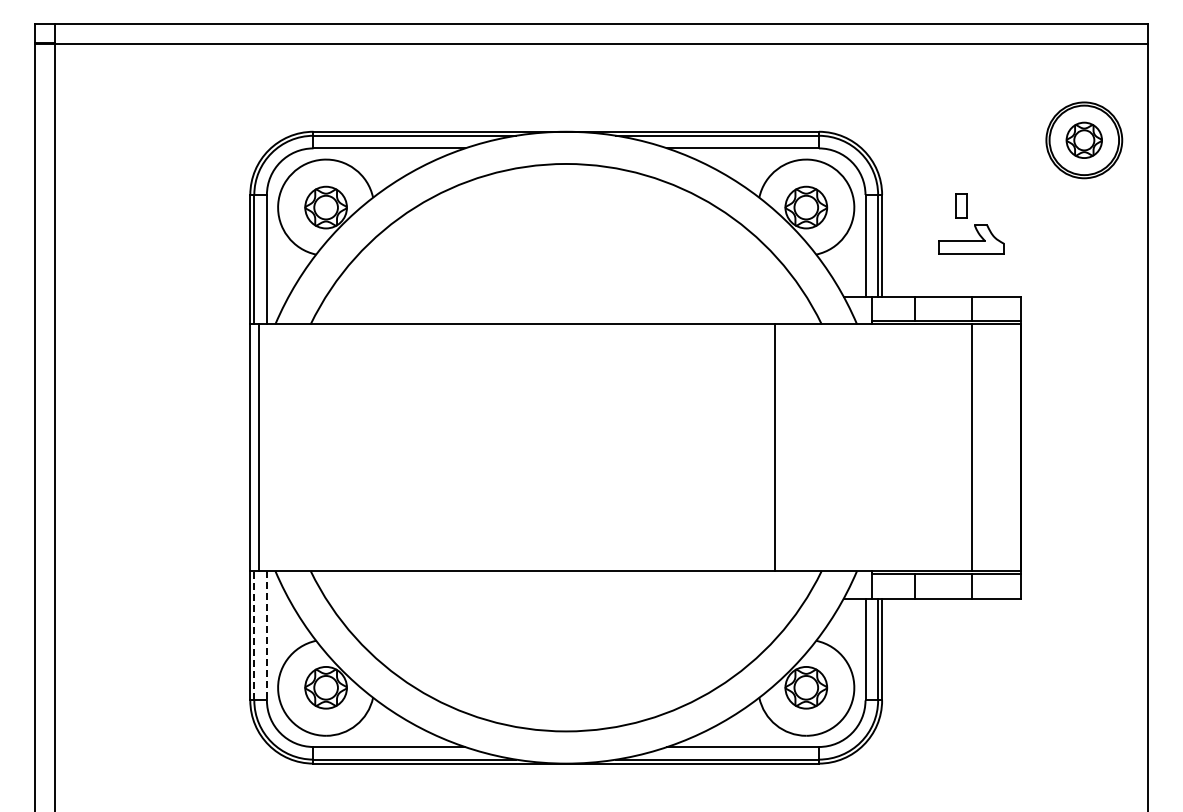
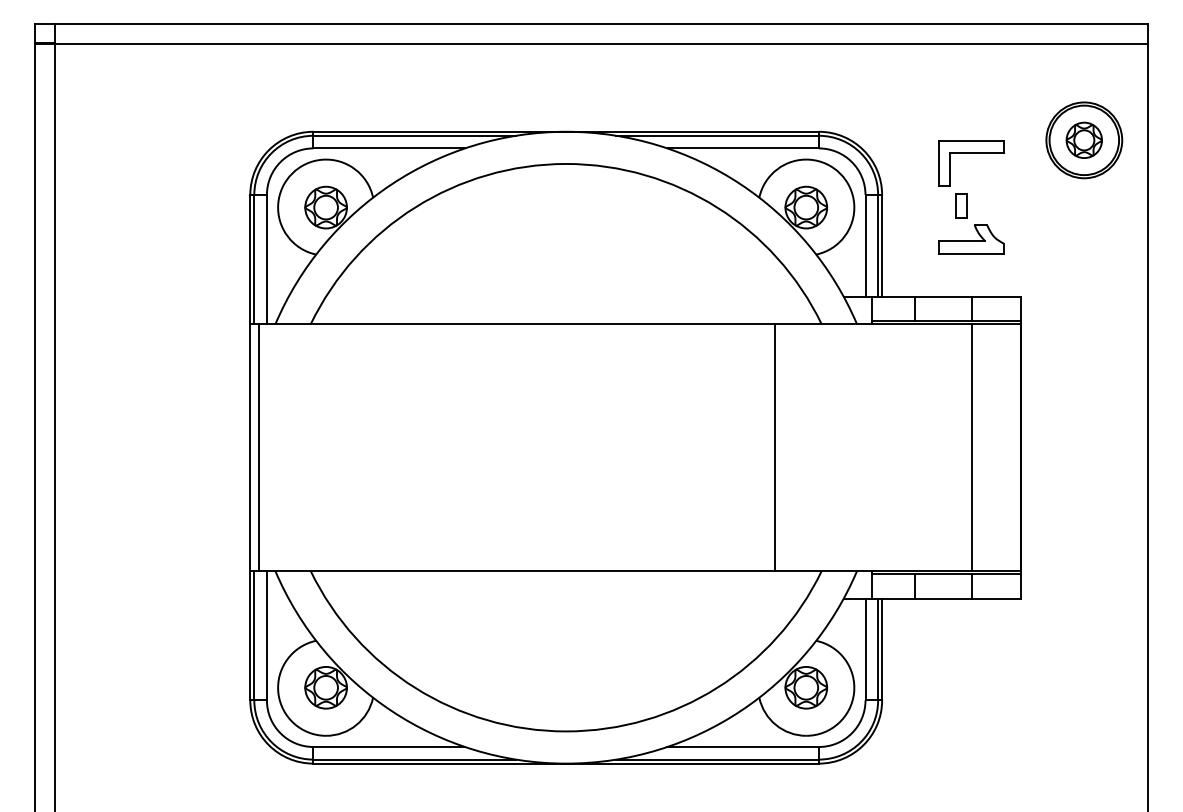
part at (971, 153): none -> present
line at (254, 635): dashed -> solid
line at (266, 635): dashed -> solid
